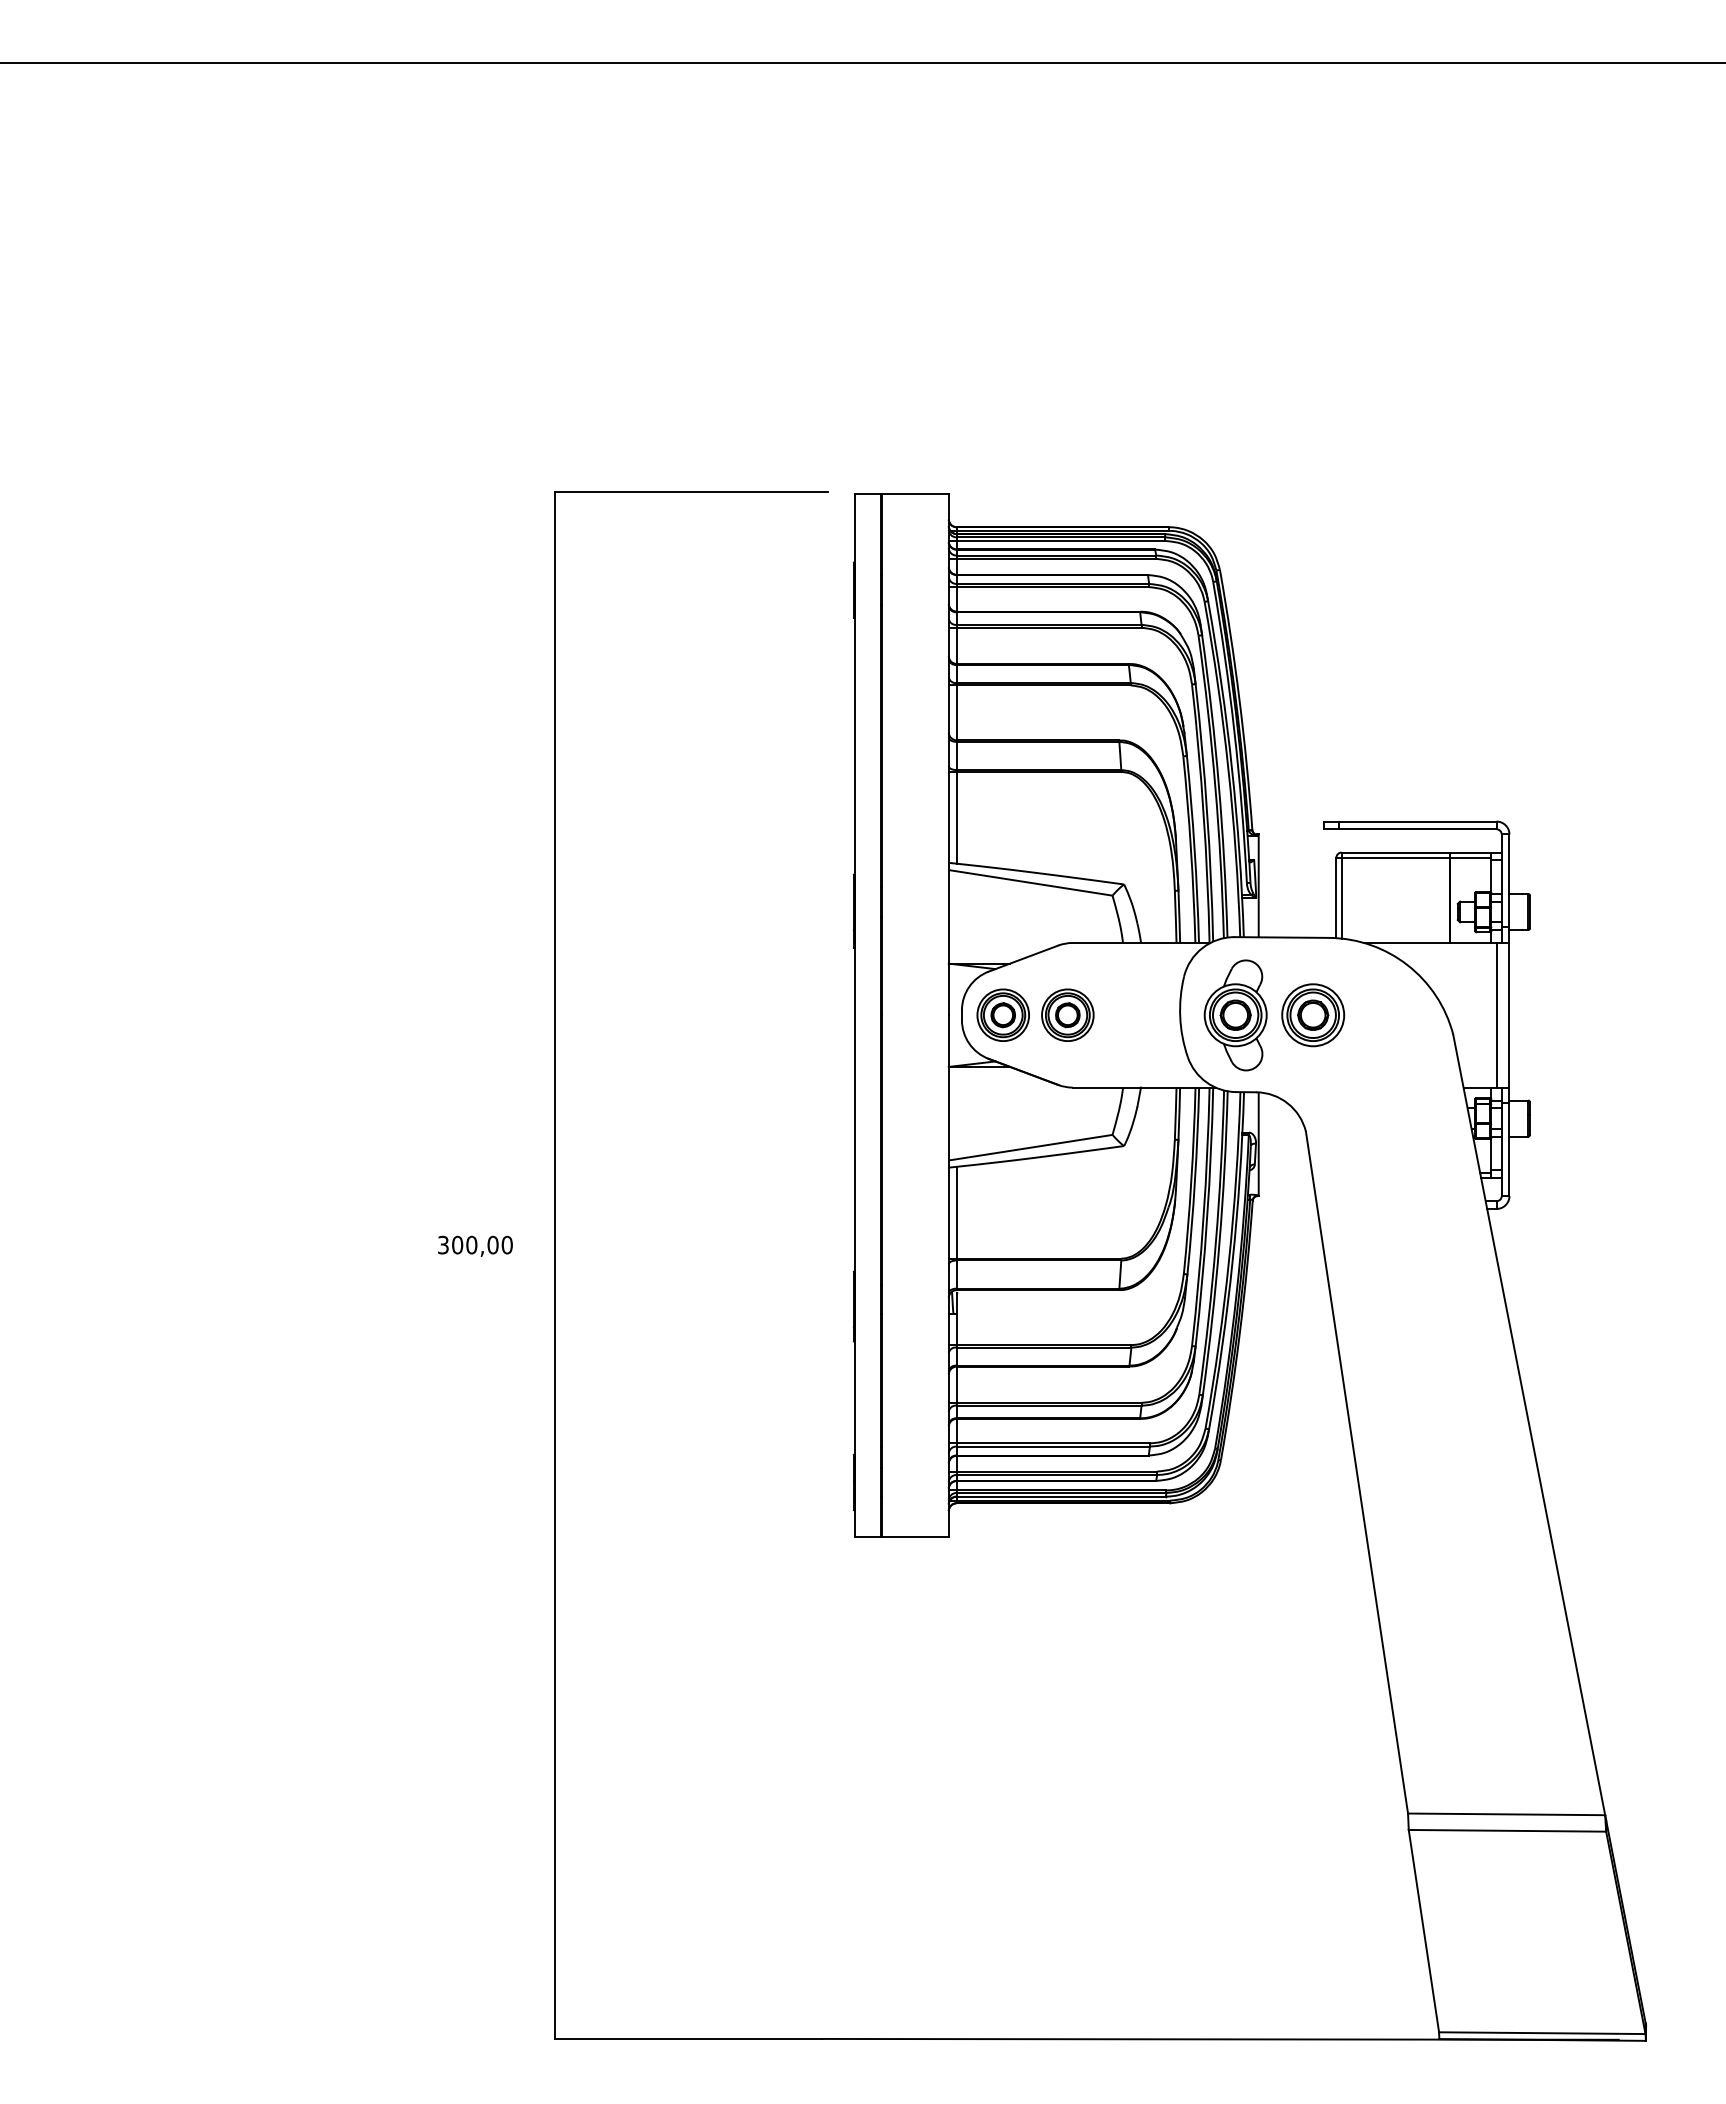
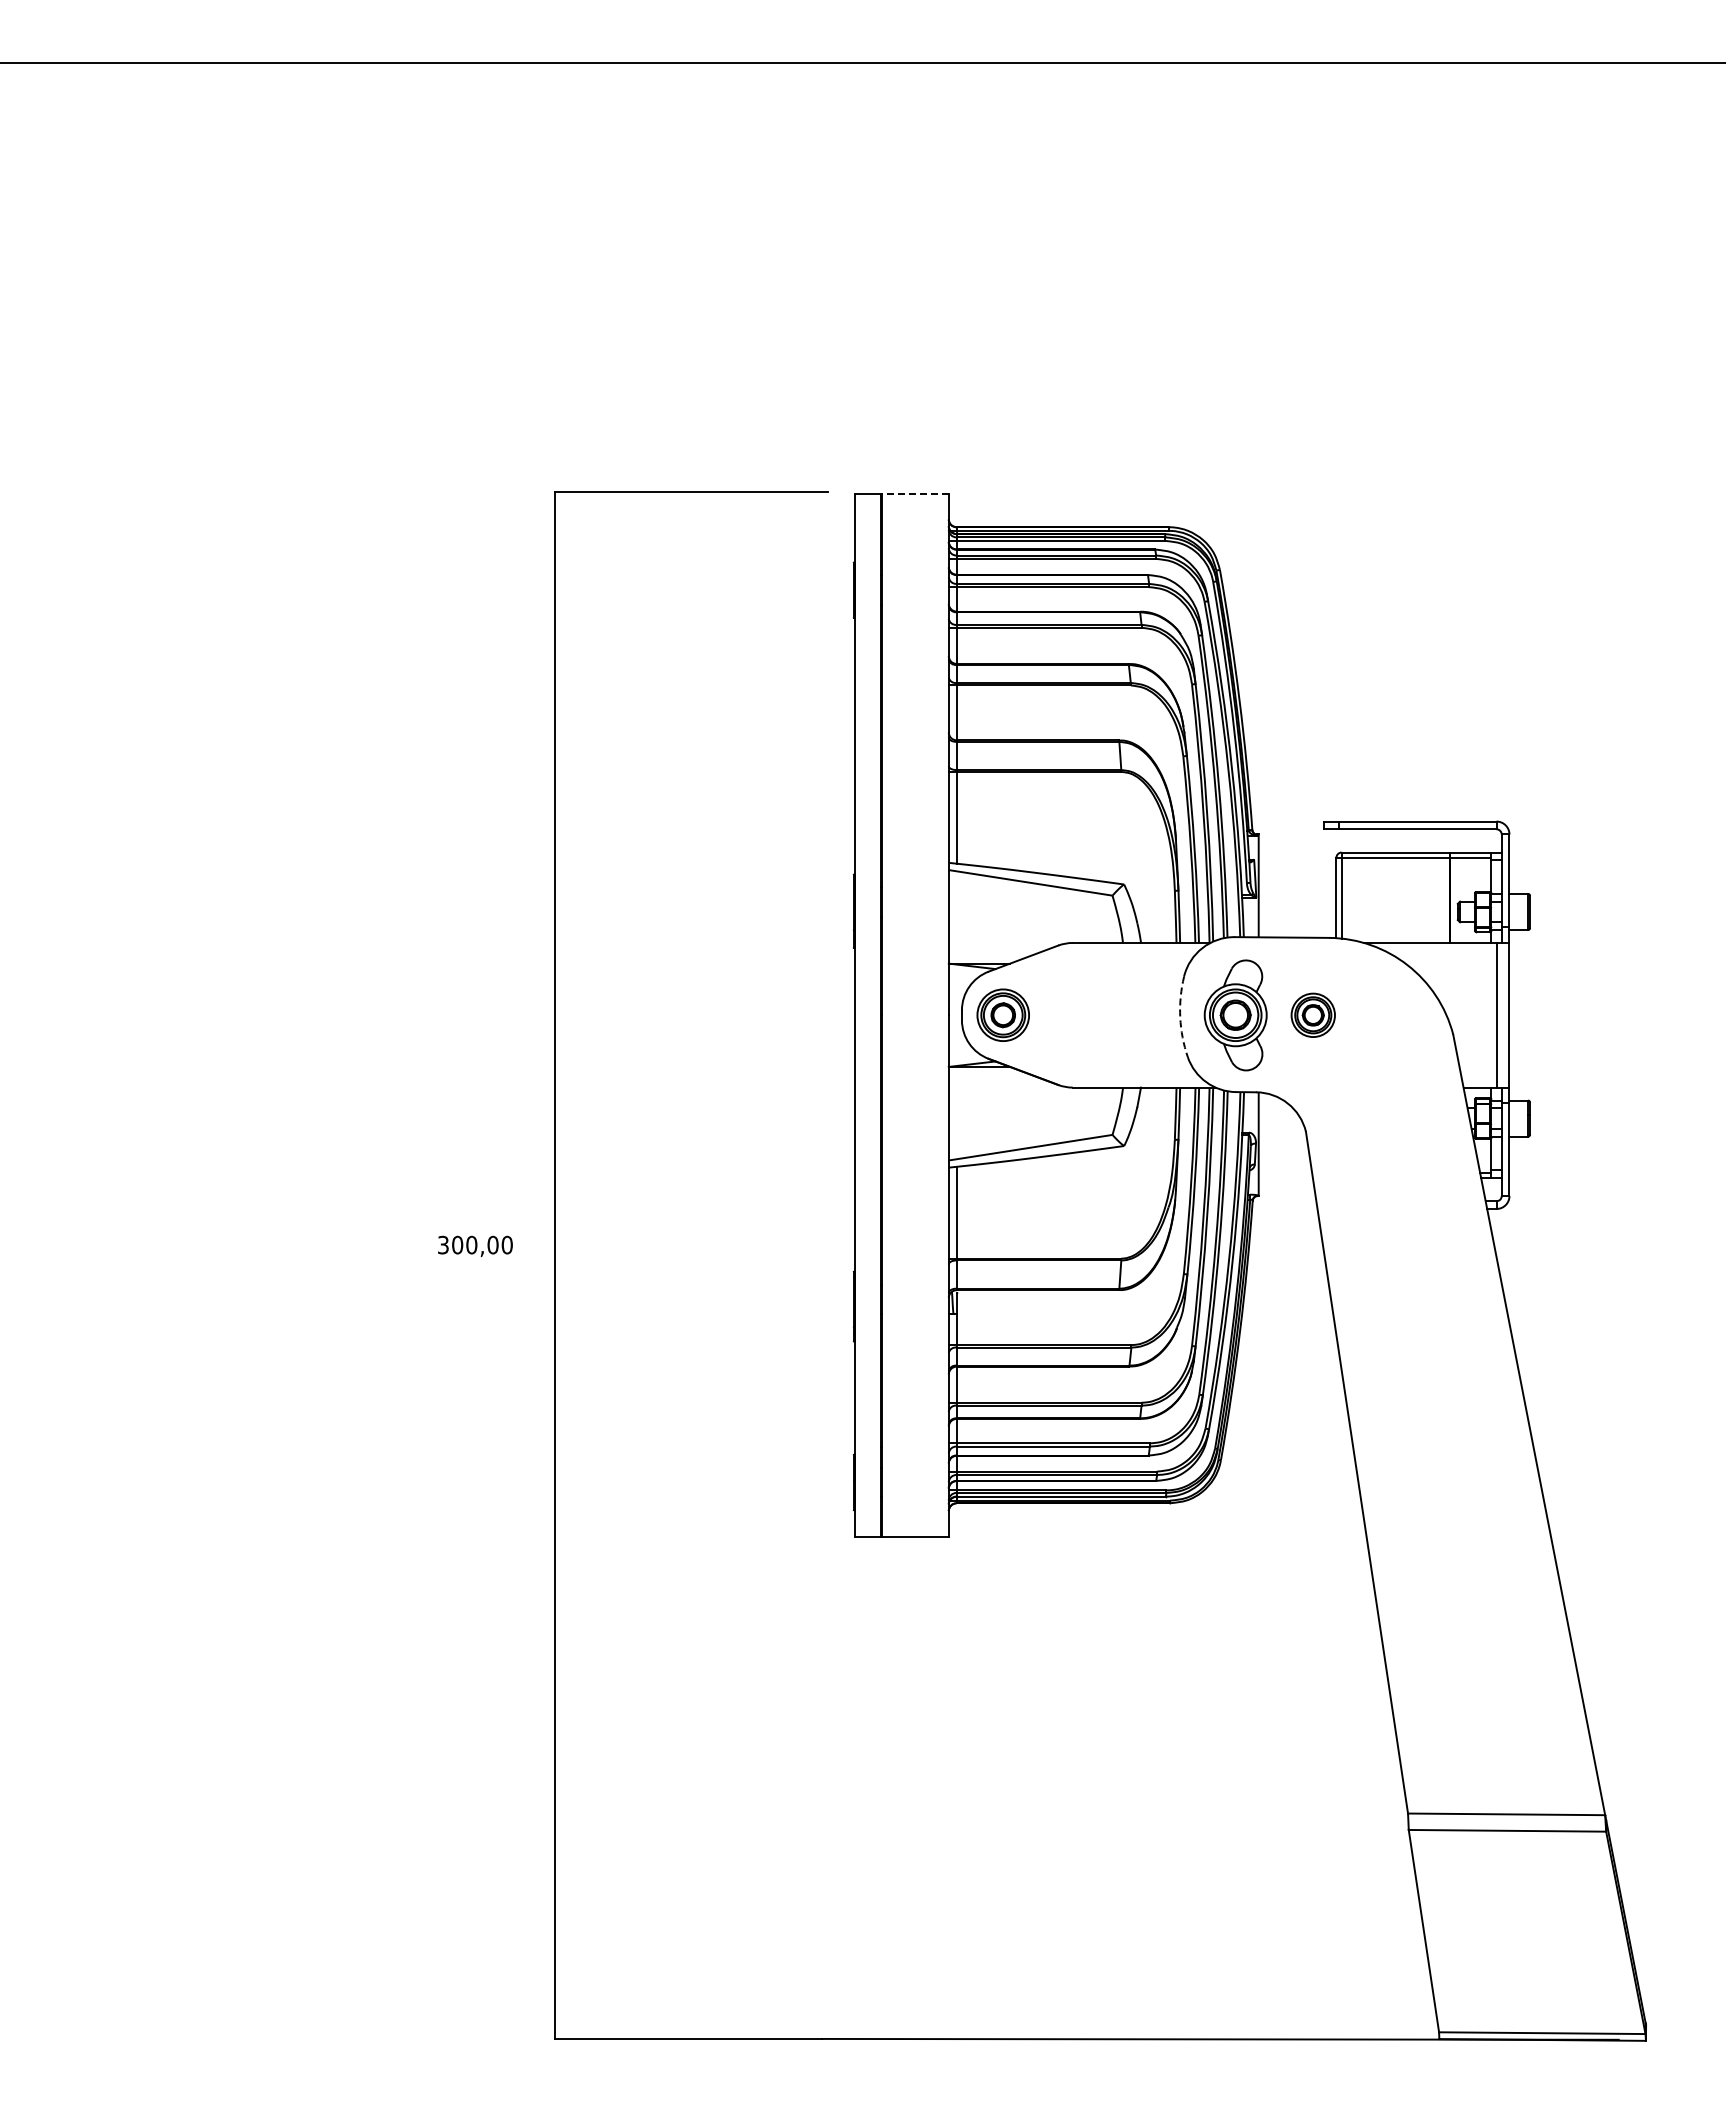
line at (915, 493): solid -> dashed
part at (1067, 1014): present -> none
part at (1313, 1015) size: 65x65 px -> 46x46 px
arc at (1180, 1017): solid -> dashed
